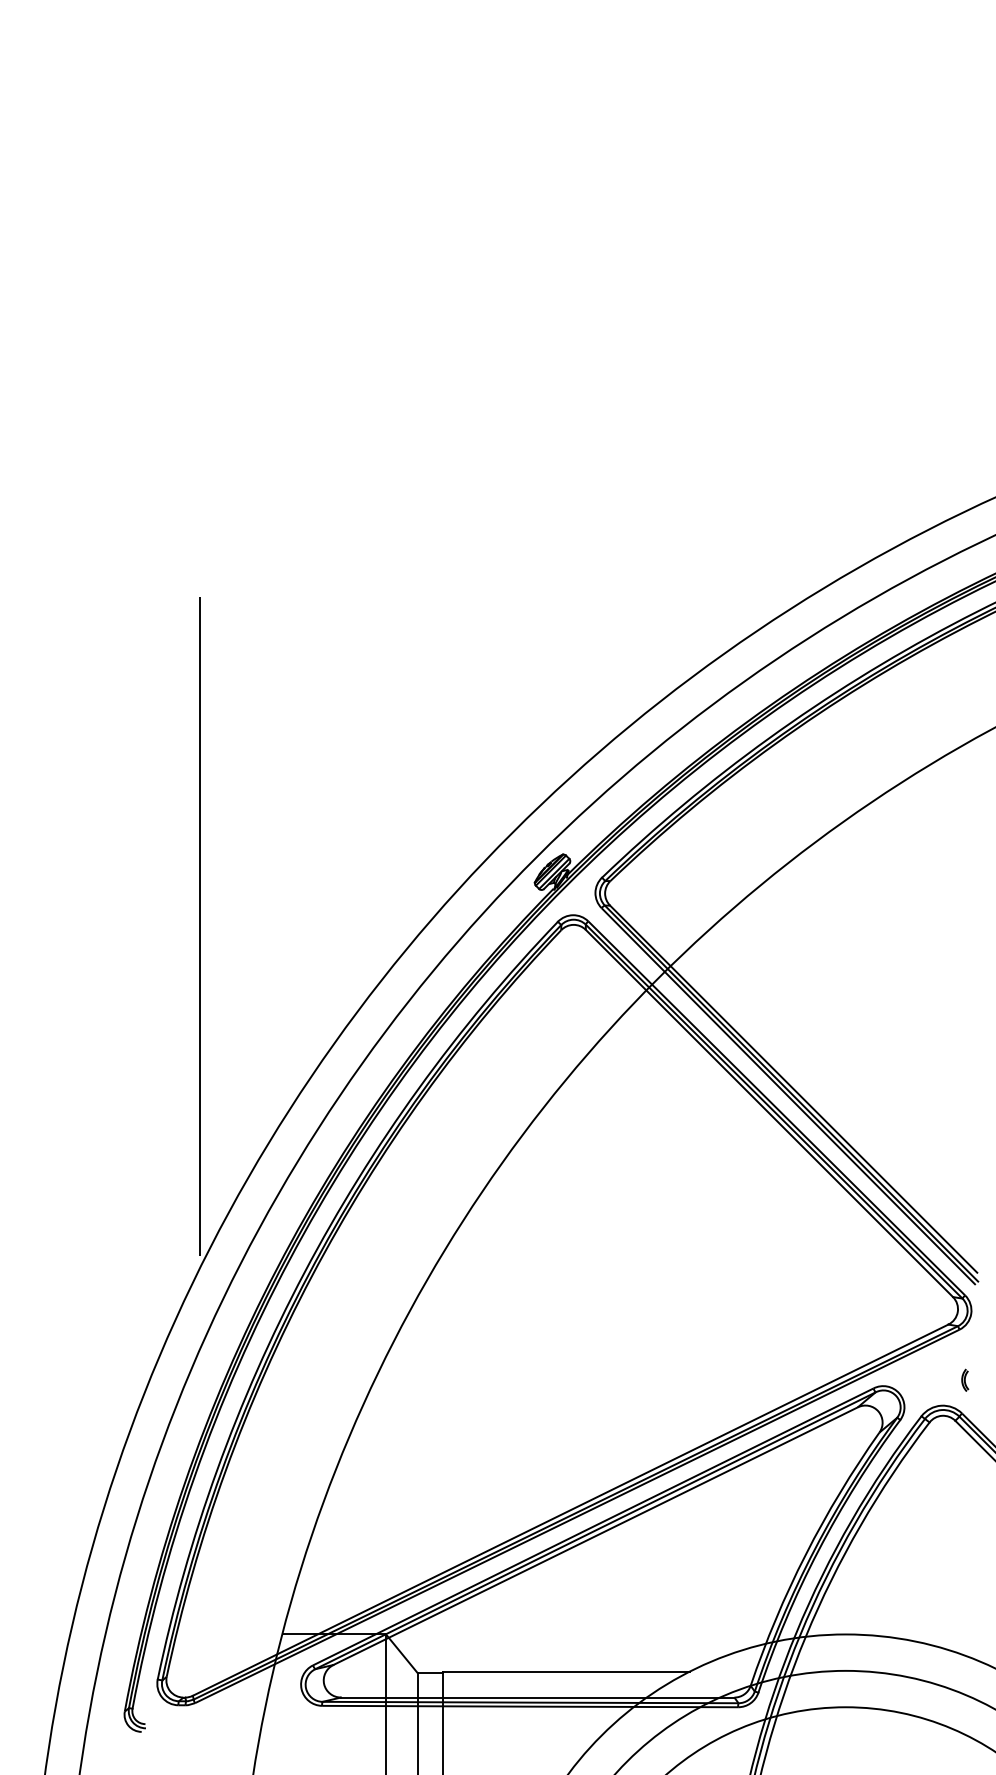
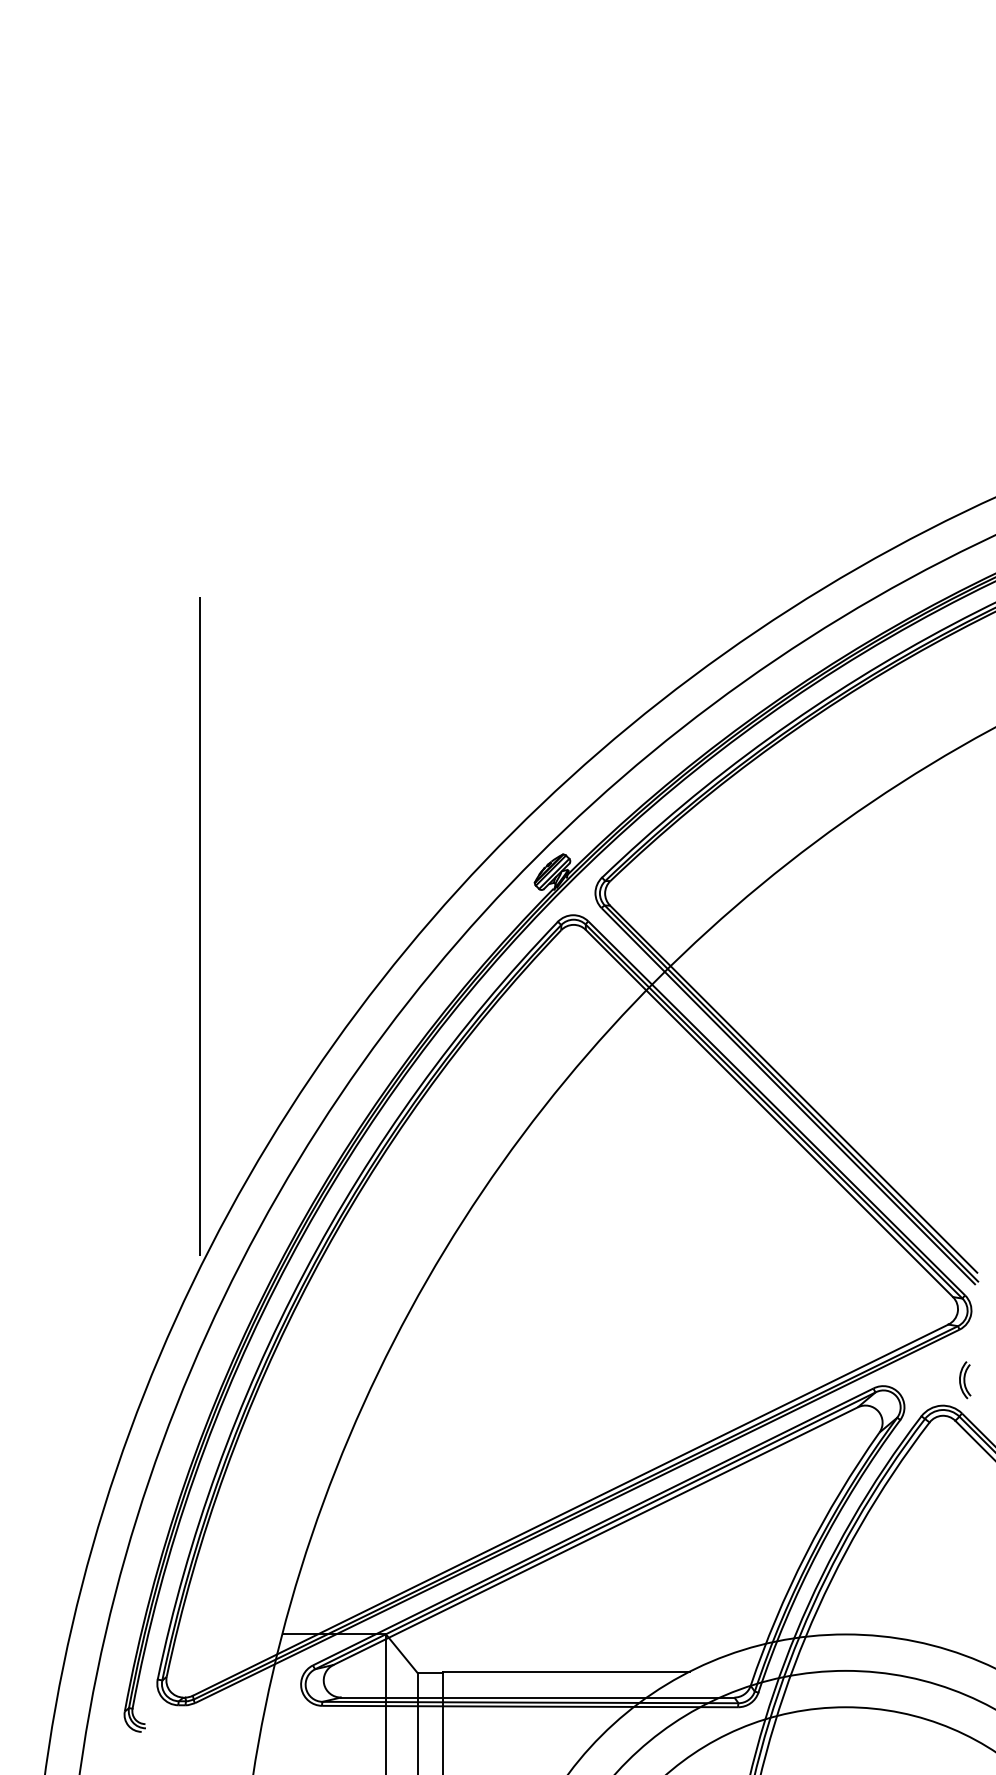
part at (965, 1379) size: 9x24 px -> 13x39 px
